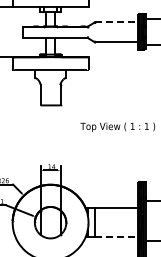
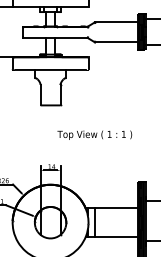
line at (116, 22): dashed -> solid
text at (117, 126) position: (117, 126) -> (94, 134)
line at (117, 237): dashed -> solid
